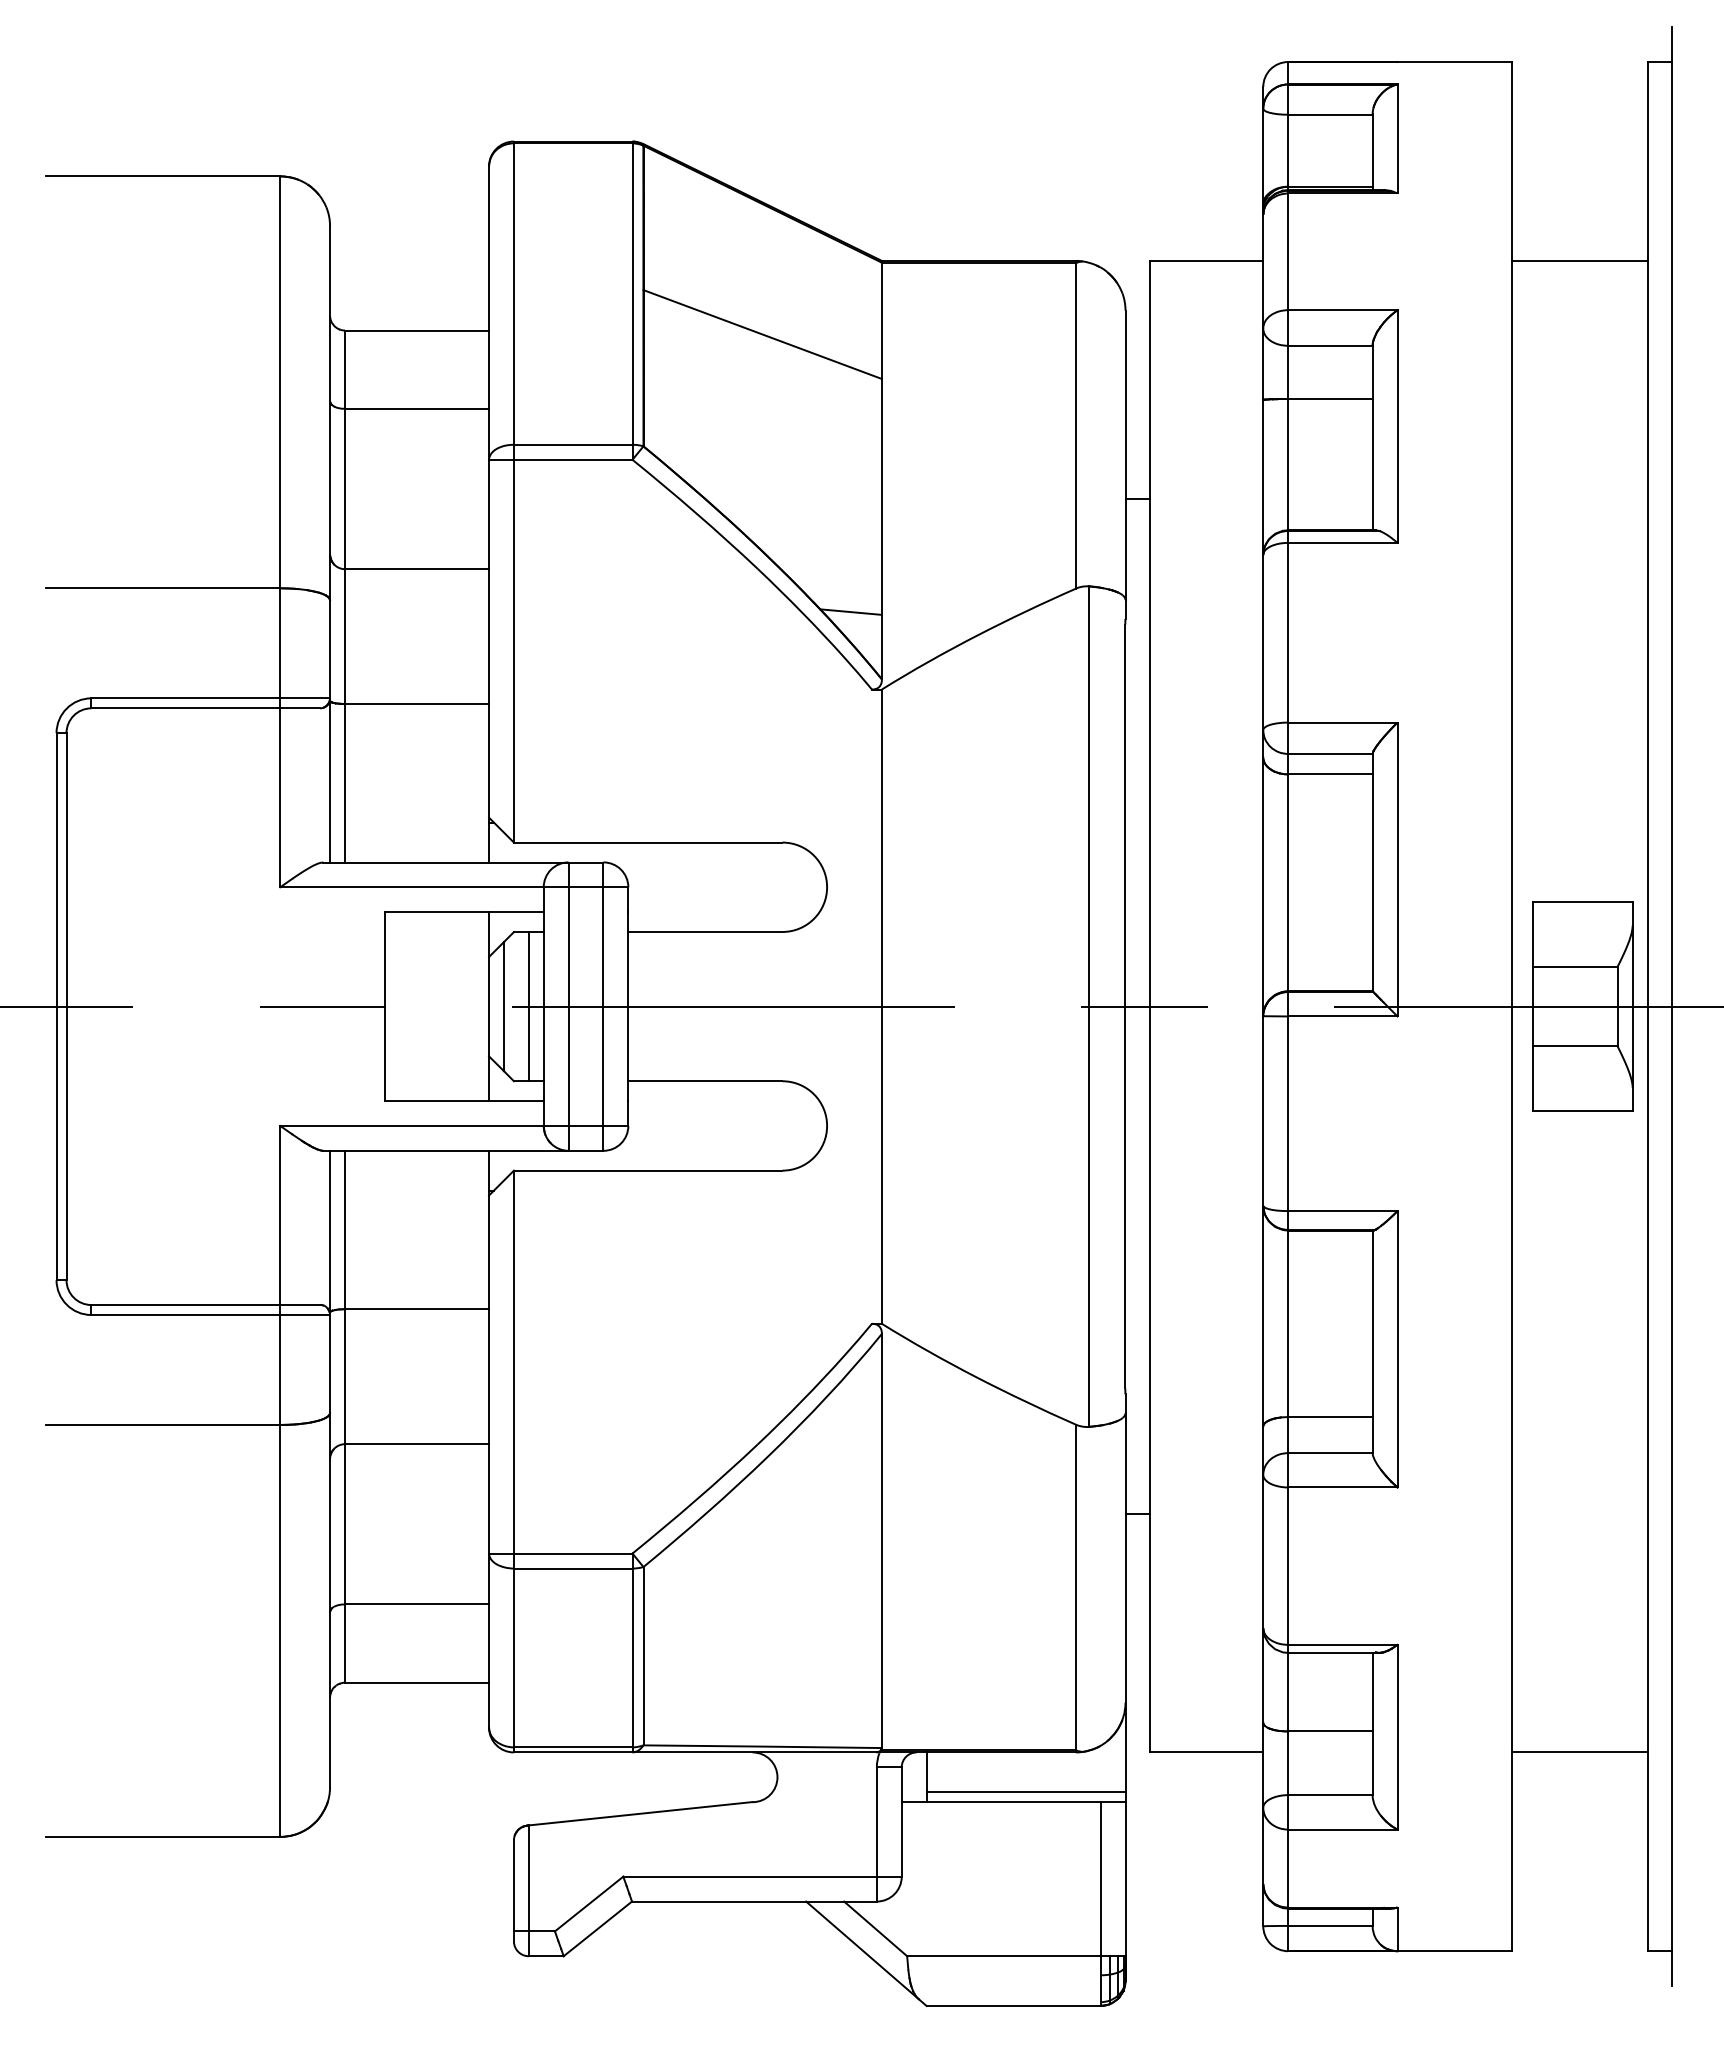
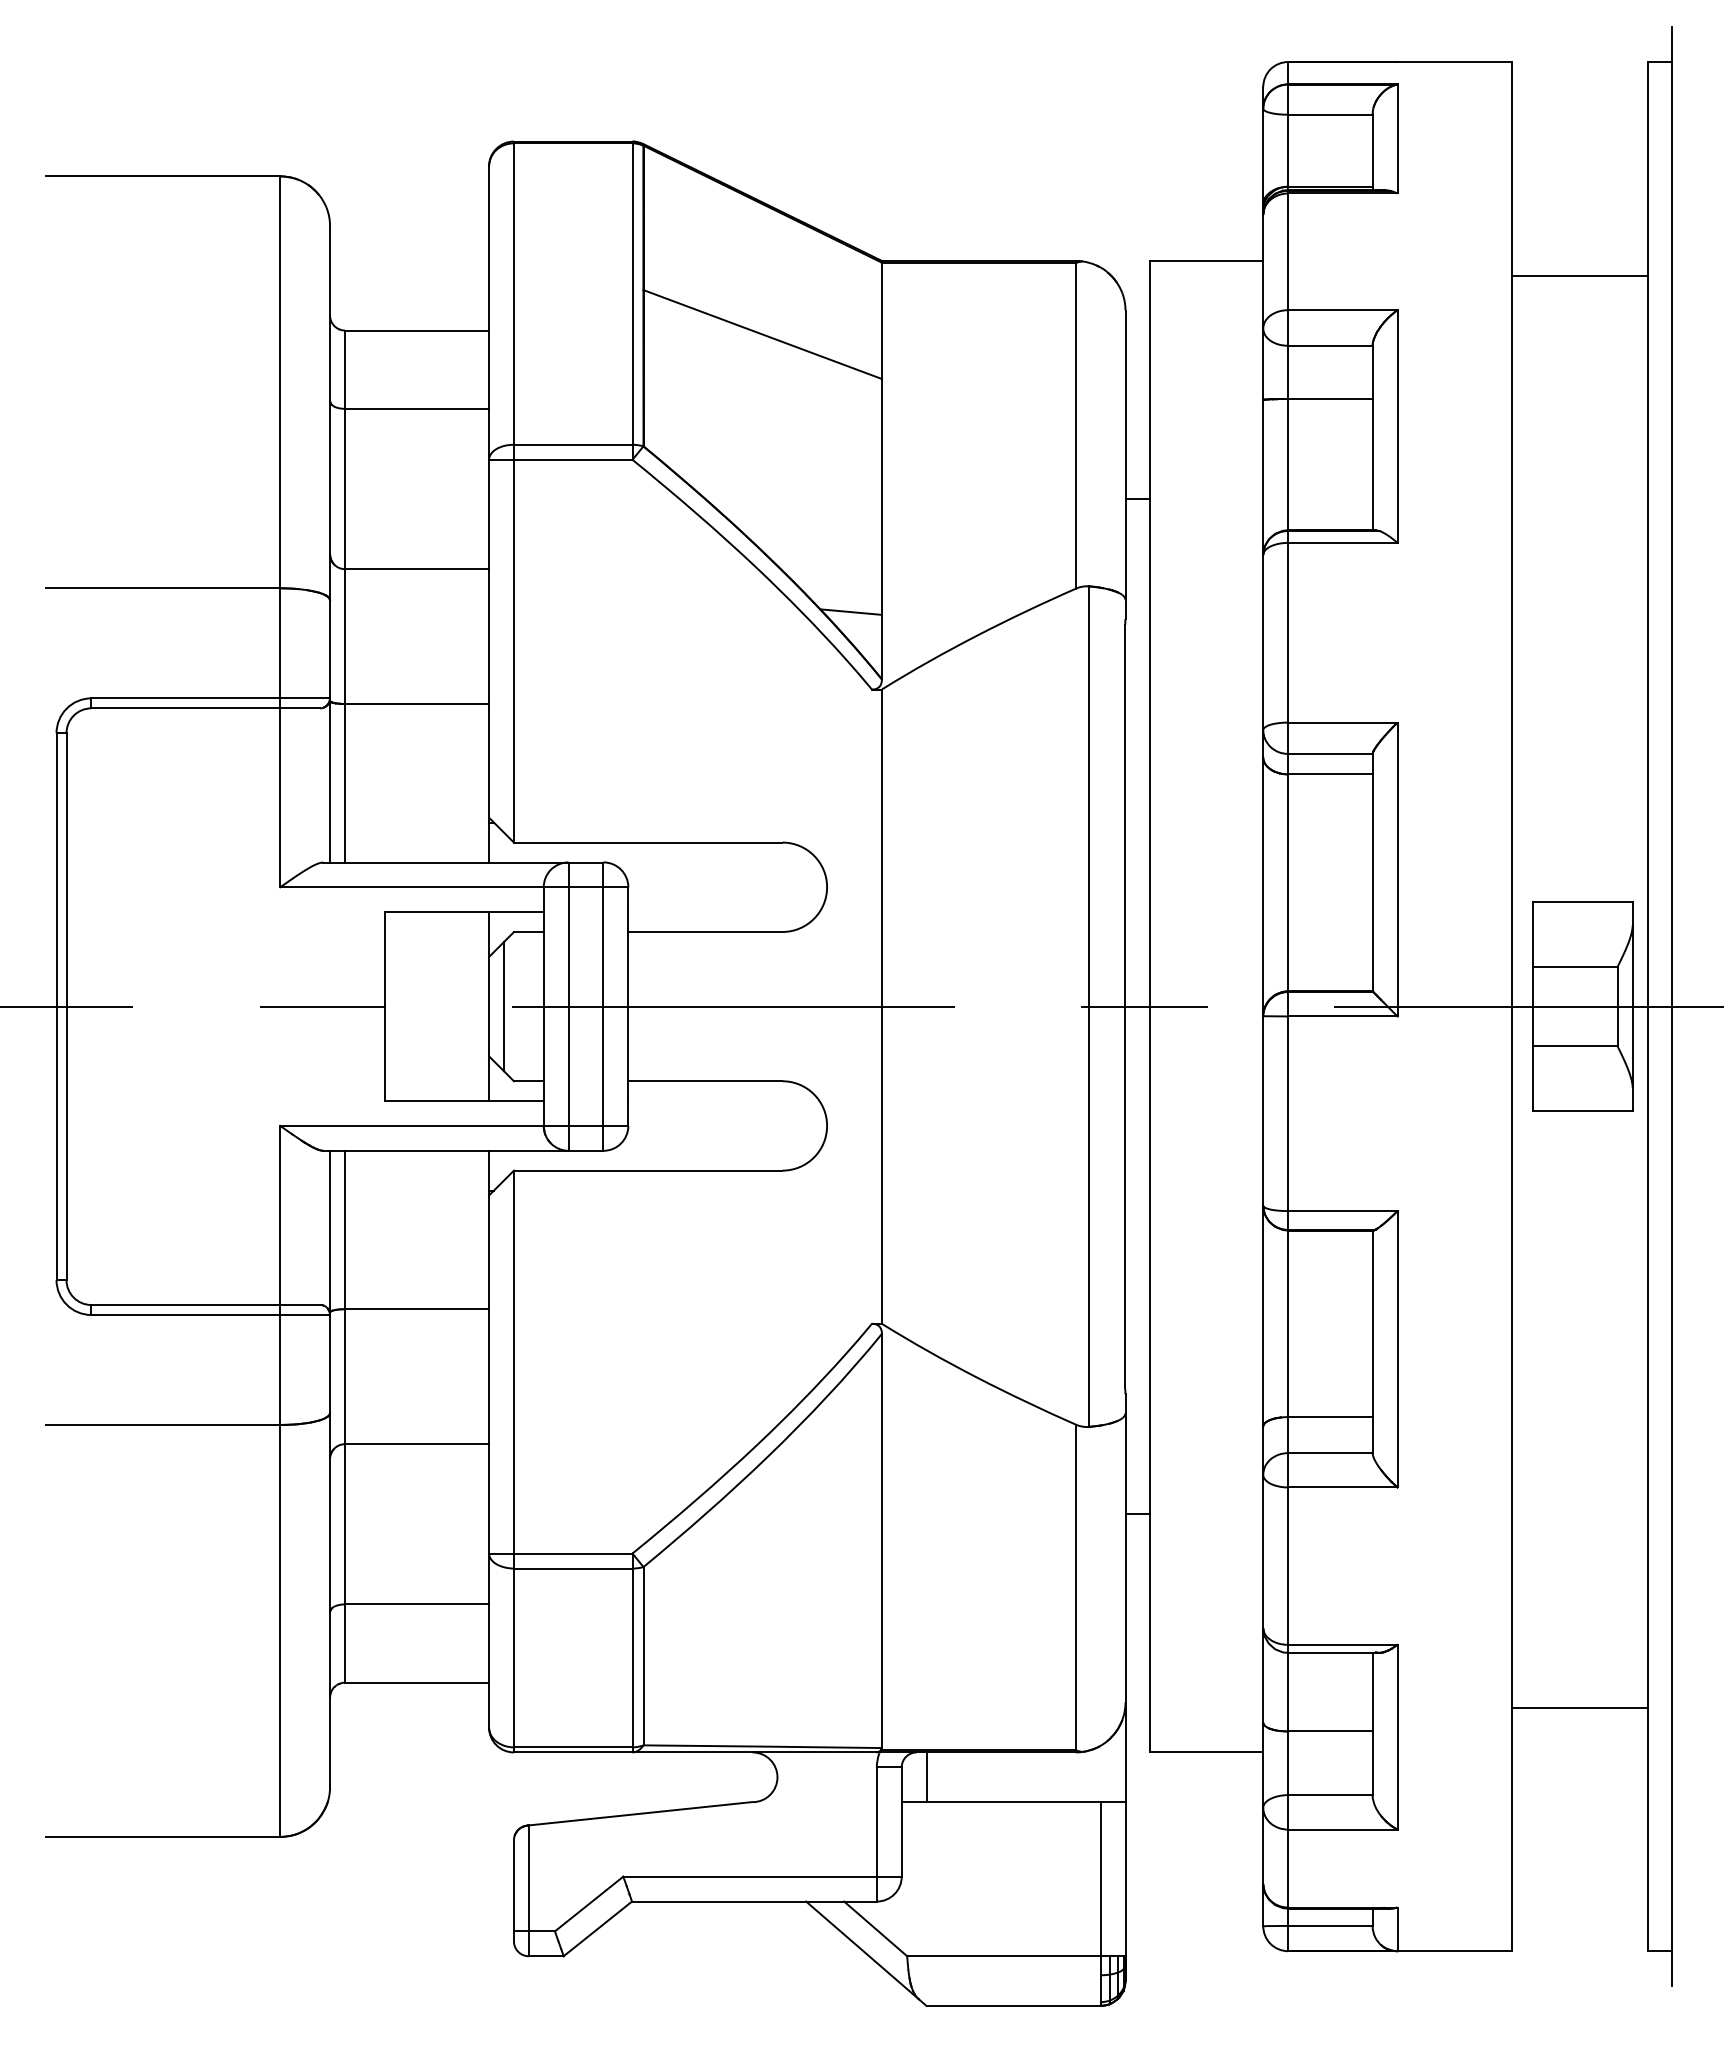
line at (1579, 260) position: (1579, 260) -> (1579, 275)
line at (528, 1006): present -> none
line at (1579, 1752) position: (1579, 1752) -> (1579, 1708)
line at (1025, 1792): present -> none
